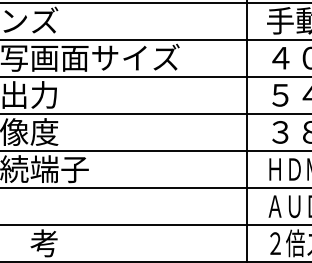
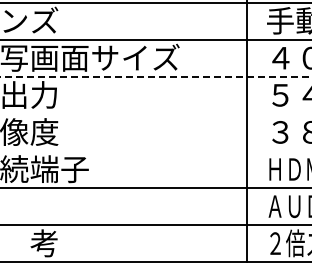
line at (156, 76): solid -> dashed
line at (155, 113): present -> none
line at (155, 150): present -> none
